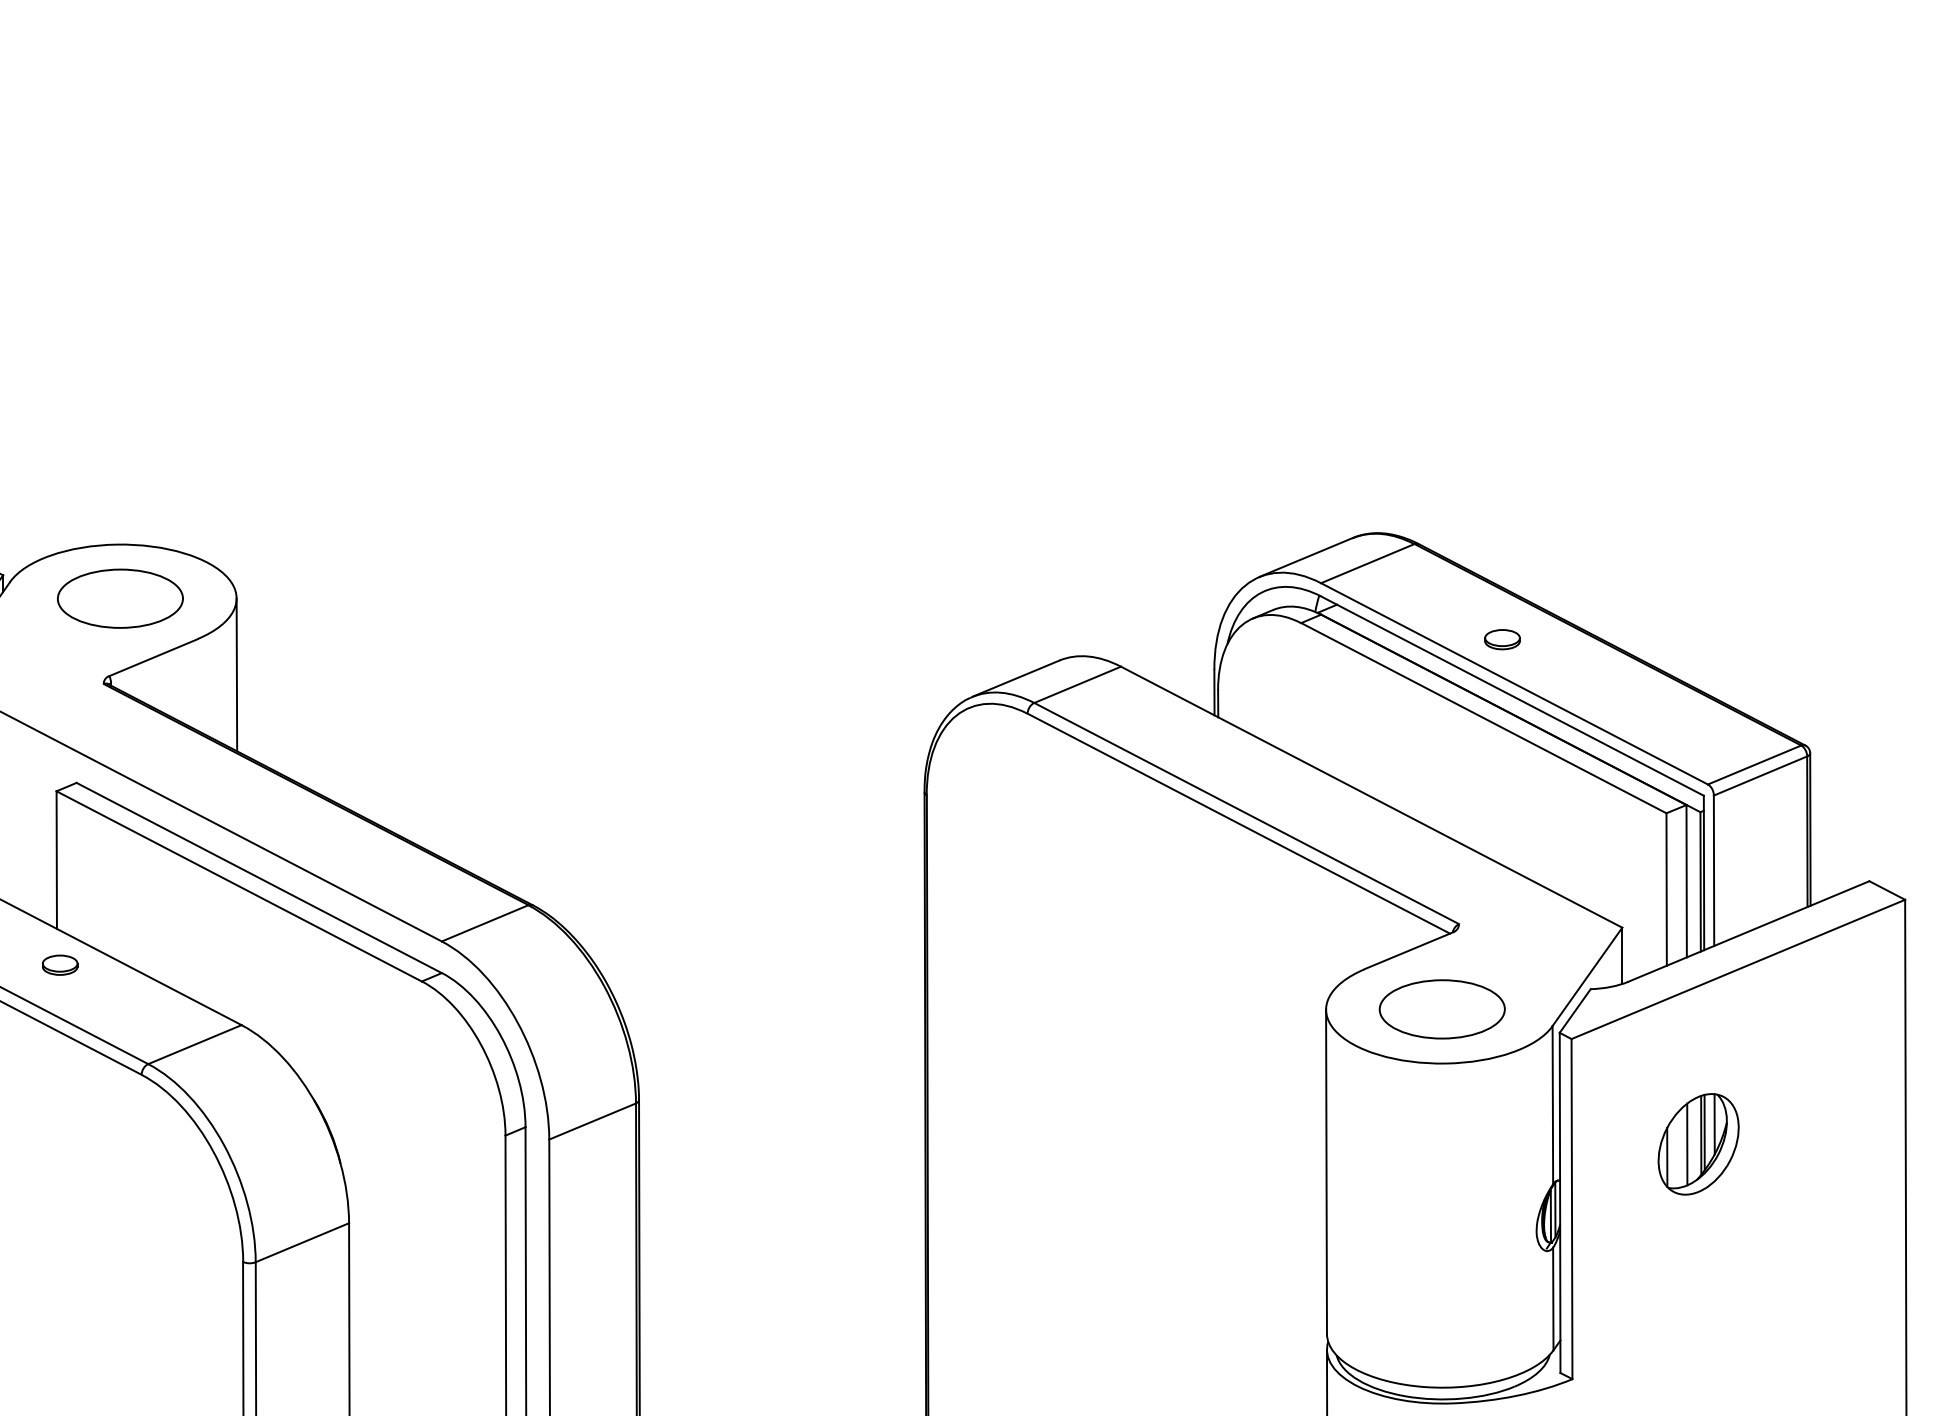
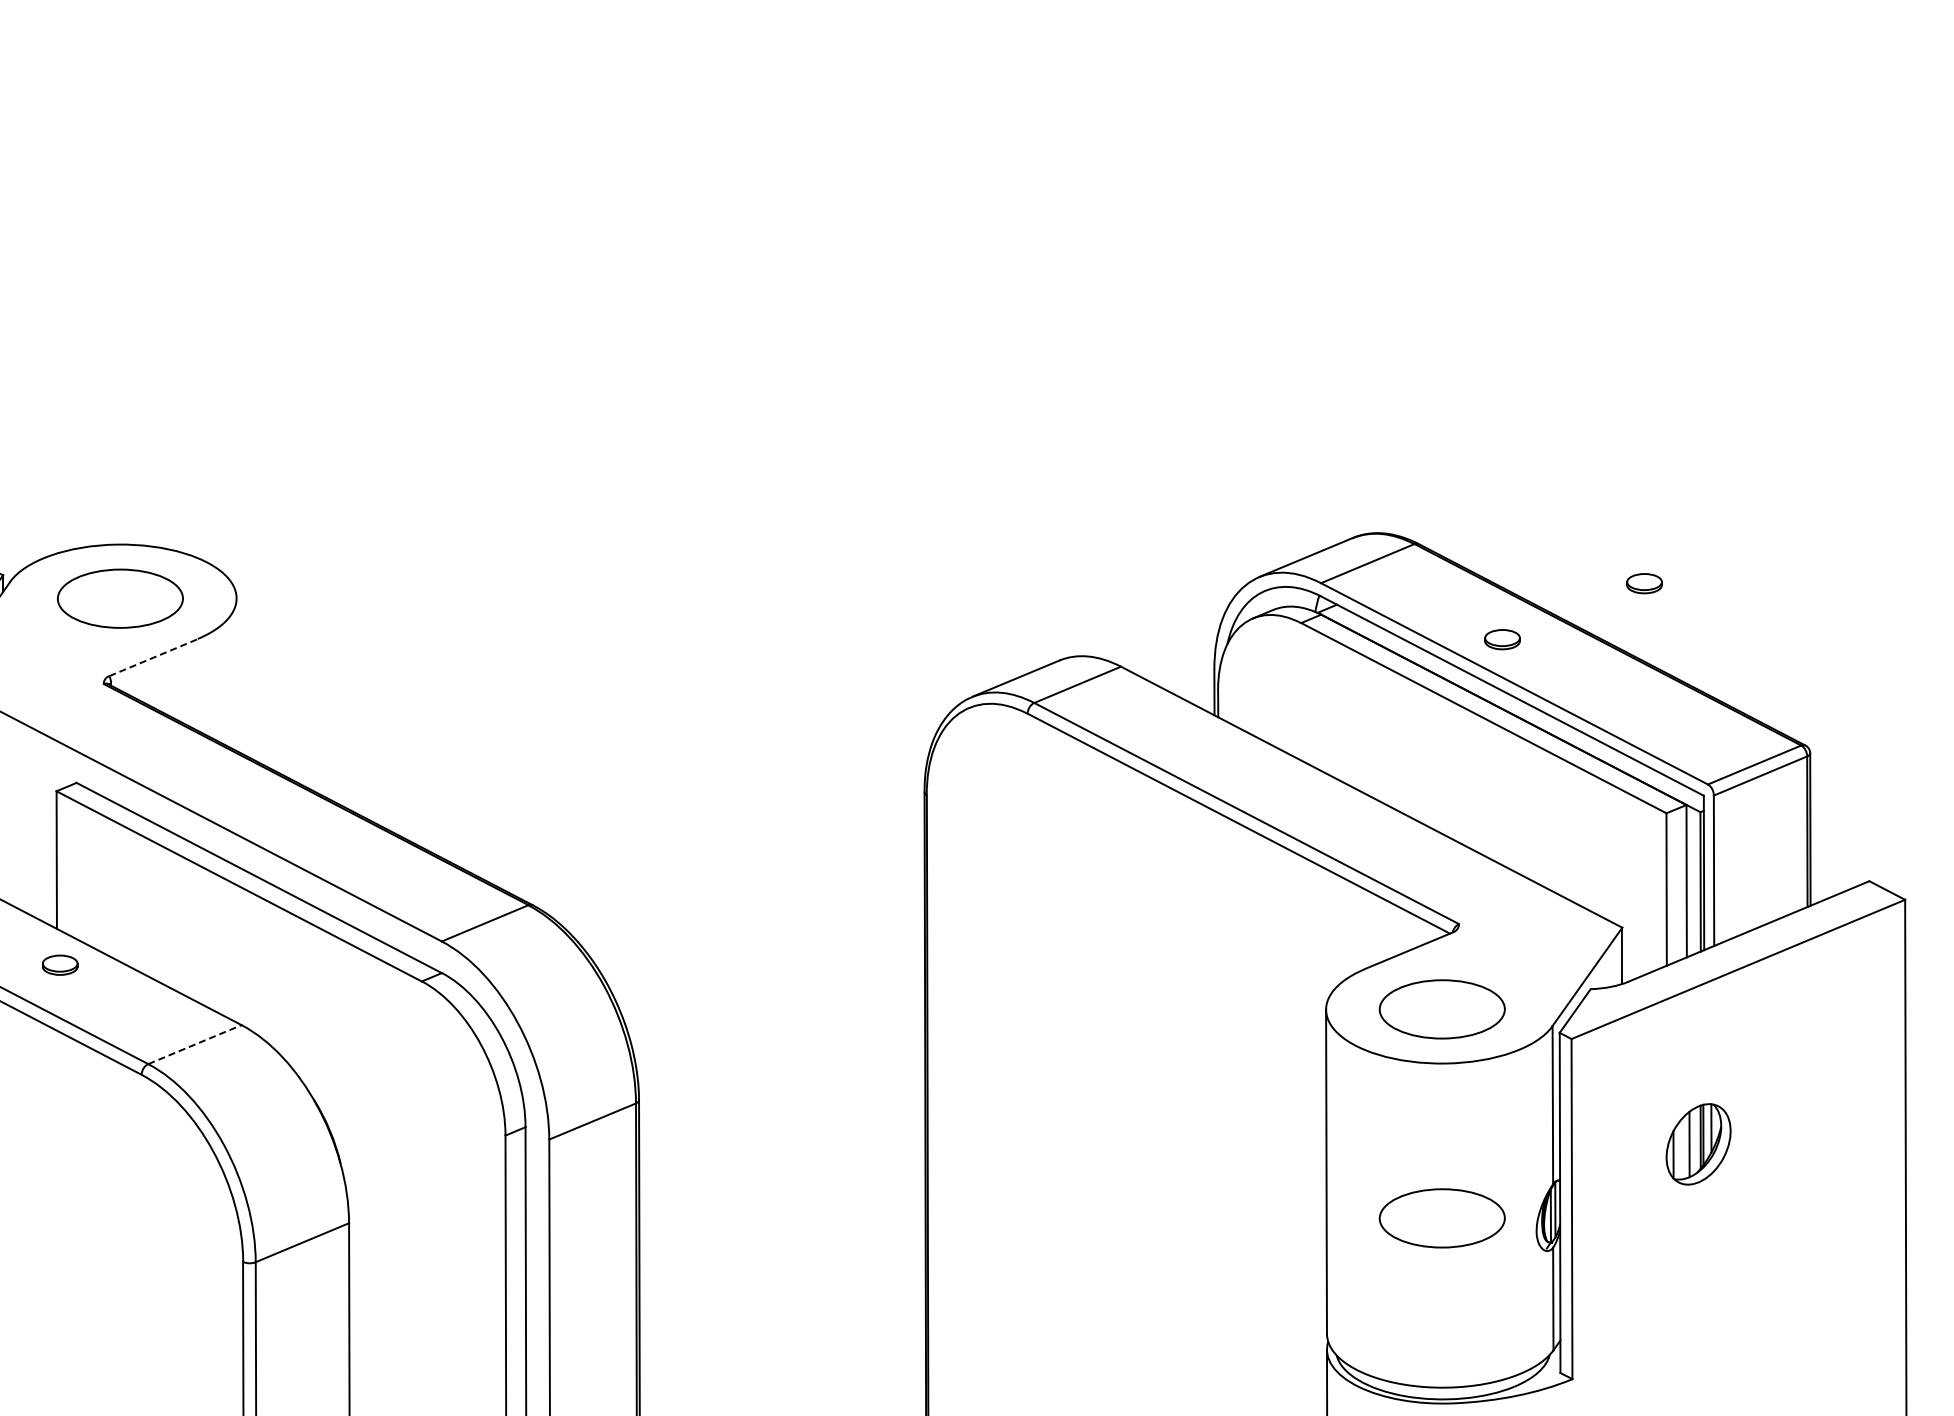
part at (1644, 583): none -> present
line at (153, 657): solid -> dashed
line at (236, 674): present -> none
line at (194, 1044): solid -> dashed
part at (1698, 1144) size: 83x103 px -> 67x83 px
part at (1441, 1218): none -> present
